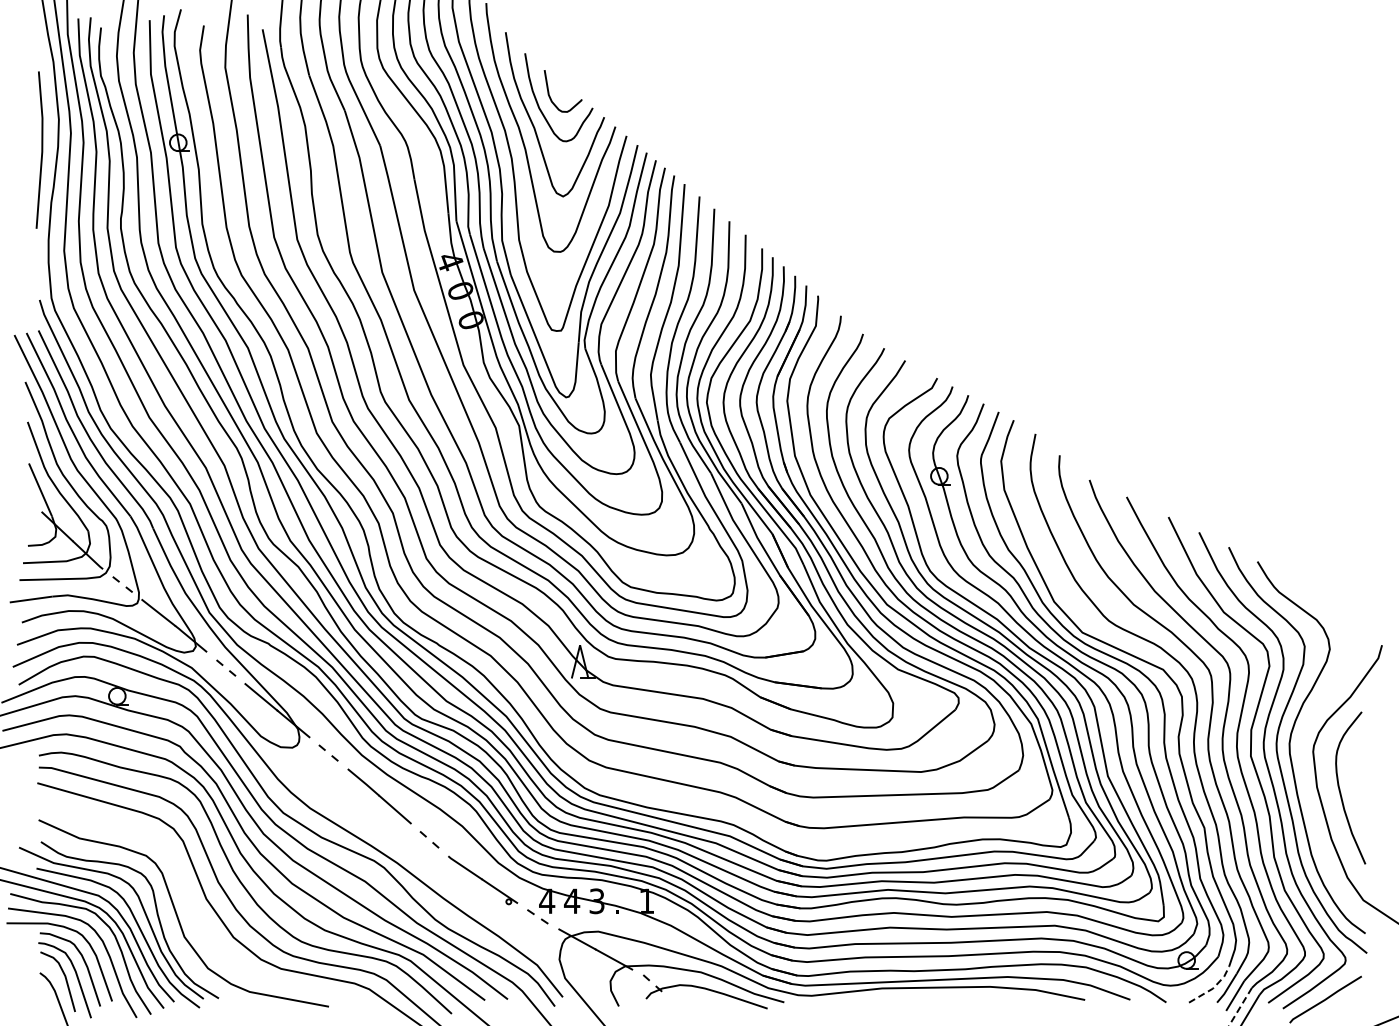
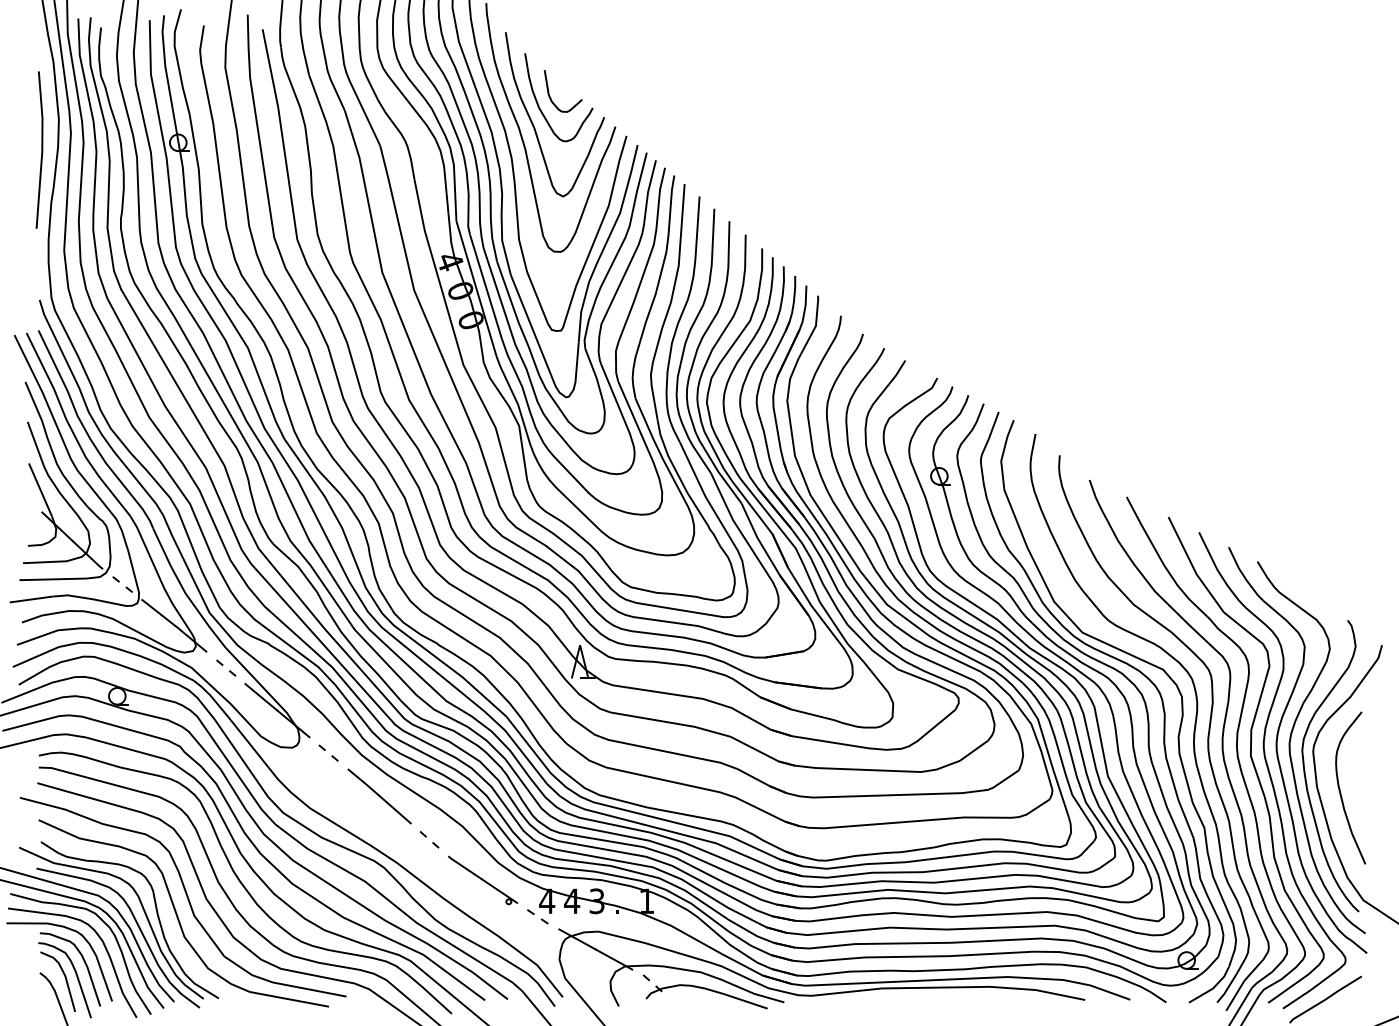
curve at (1305, 770): none -> present
curve at (186, 897): none -> present
line at (1213, 987): dashed -> solid
line at (1240, 1007): dashed -> solid
